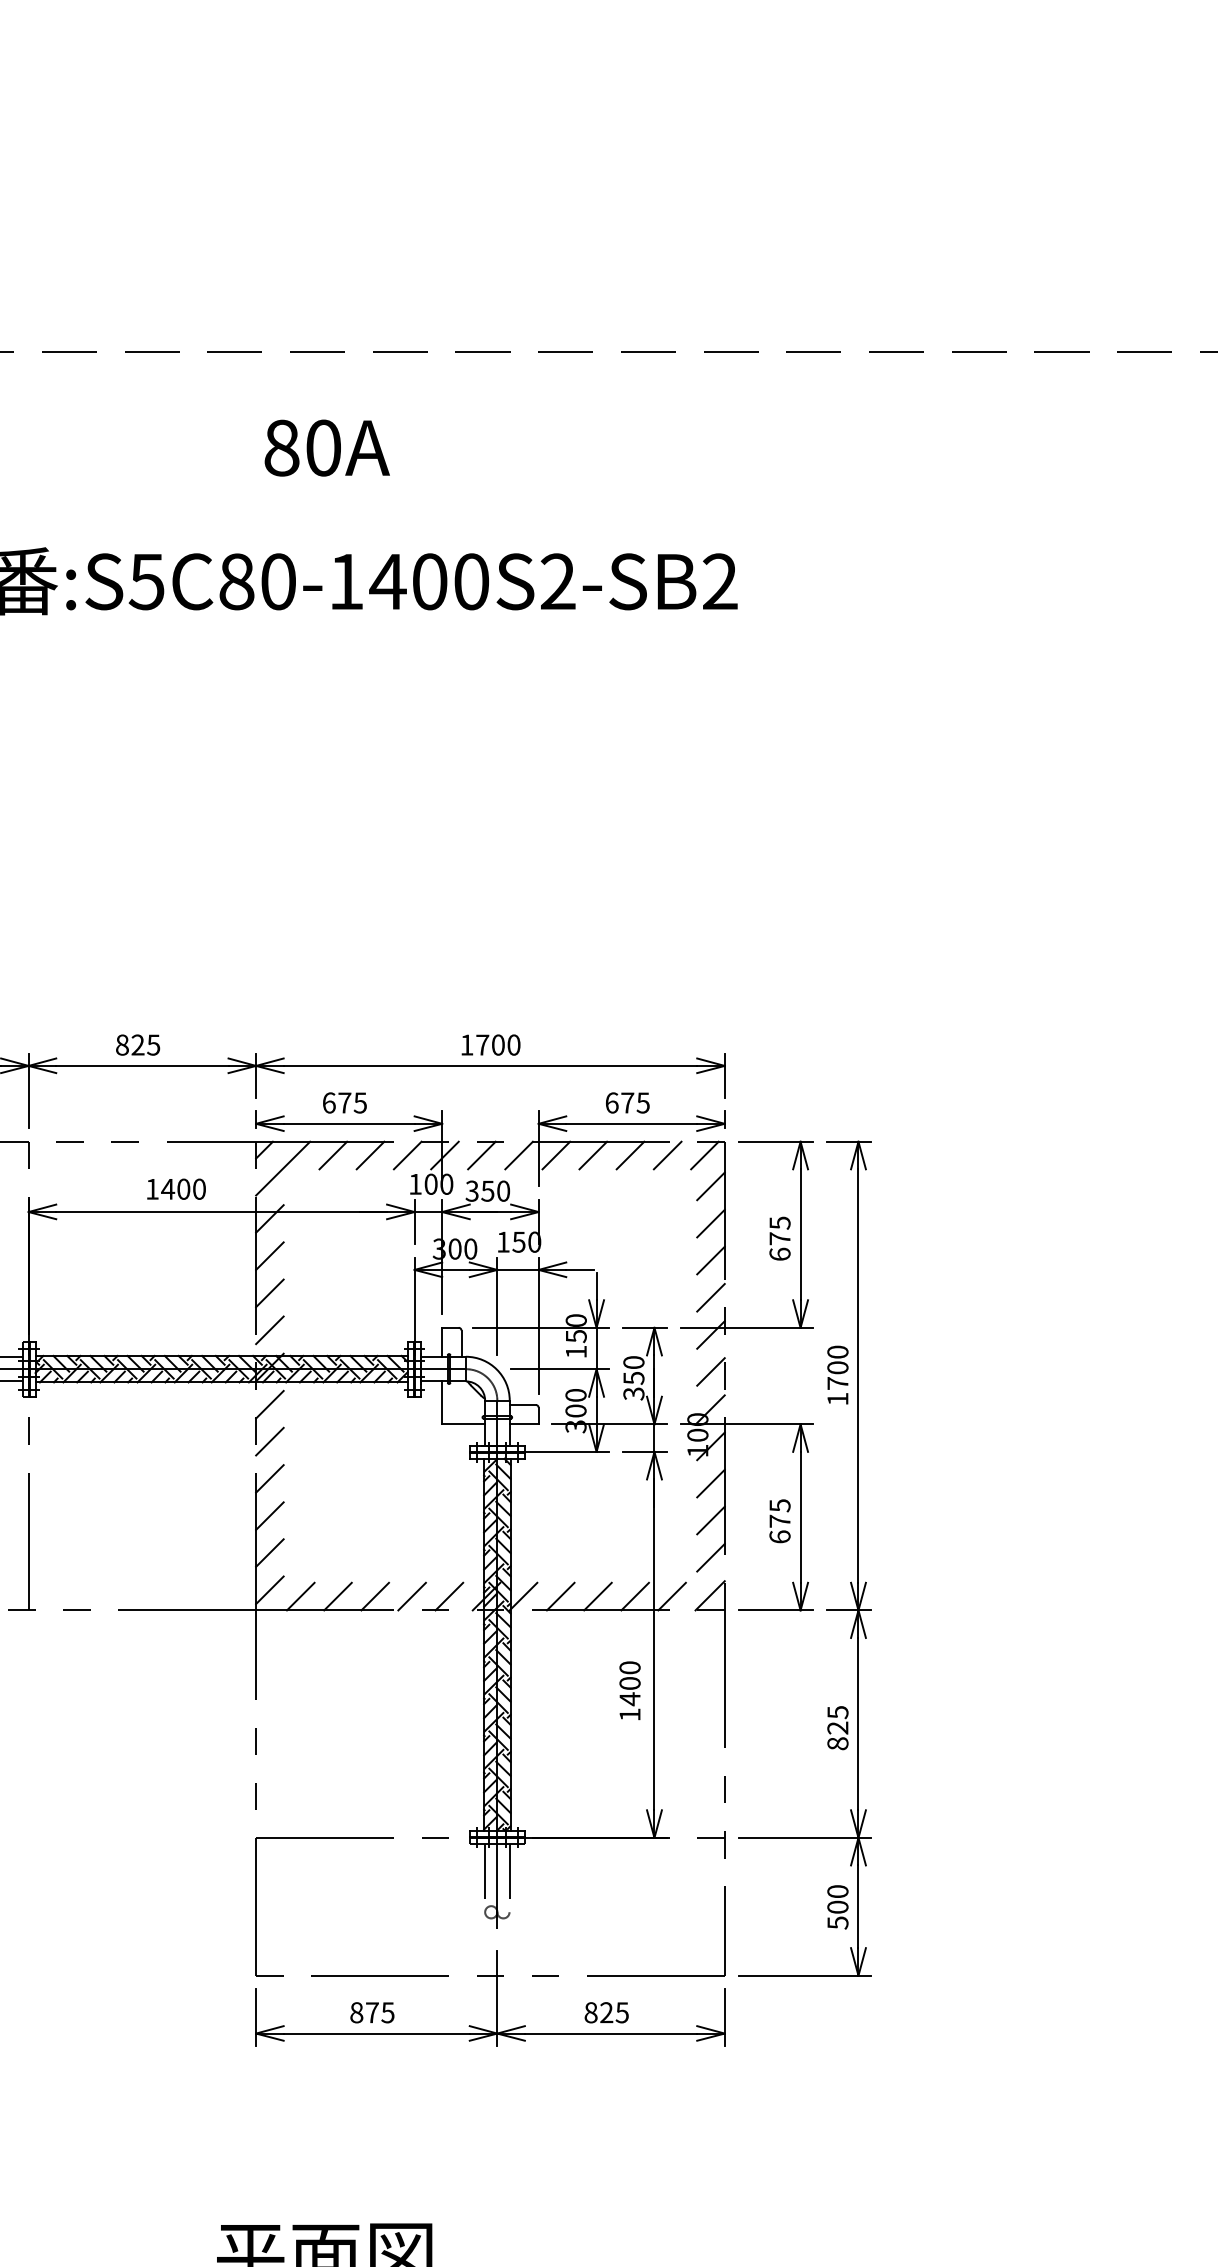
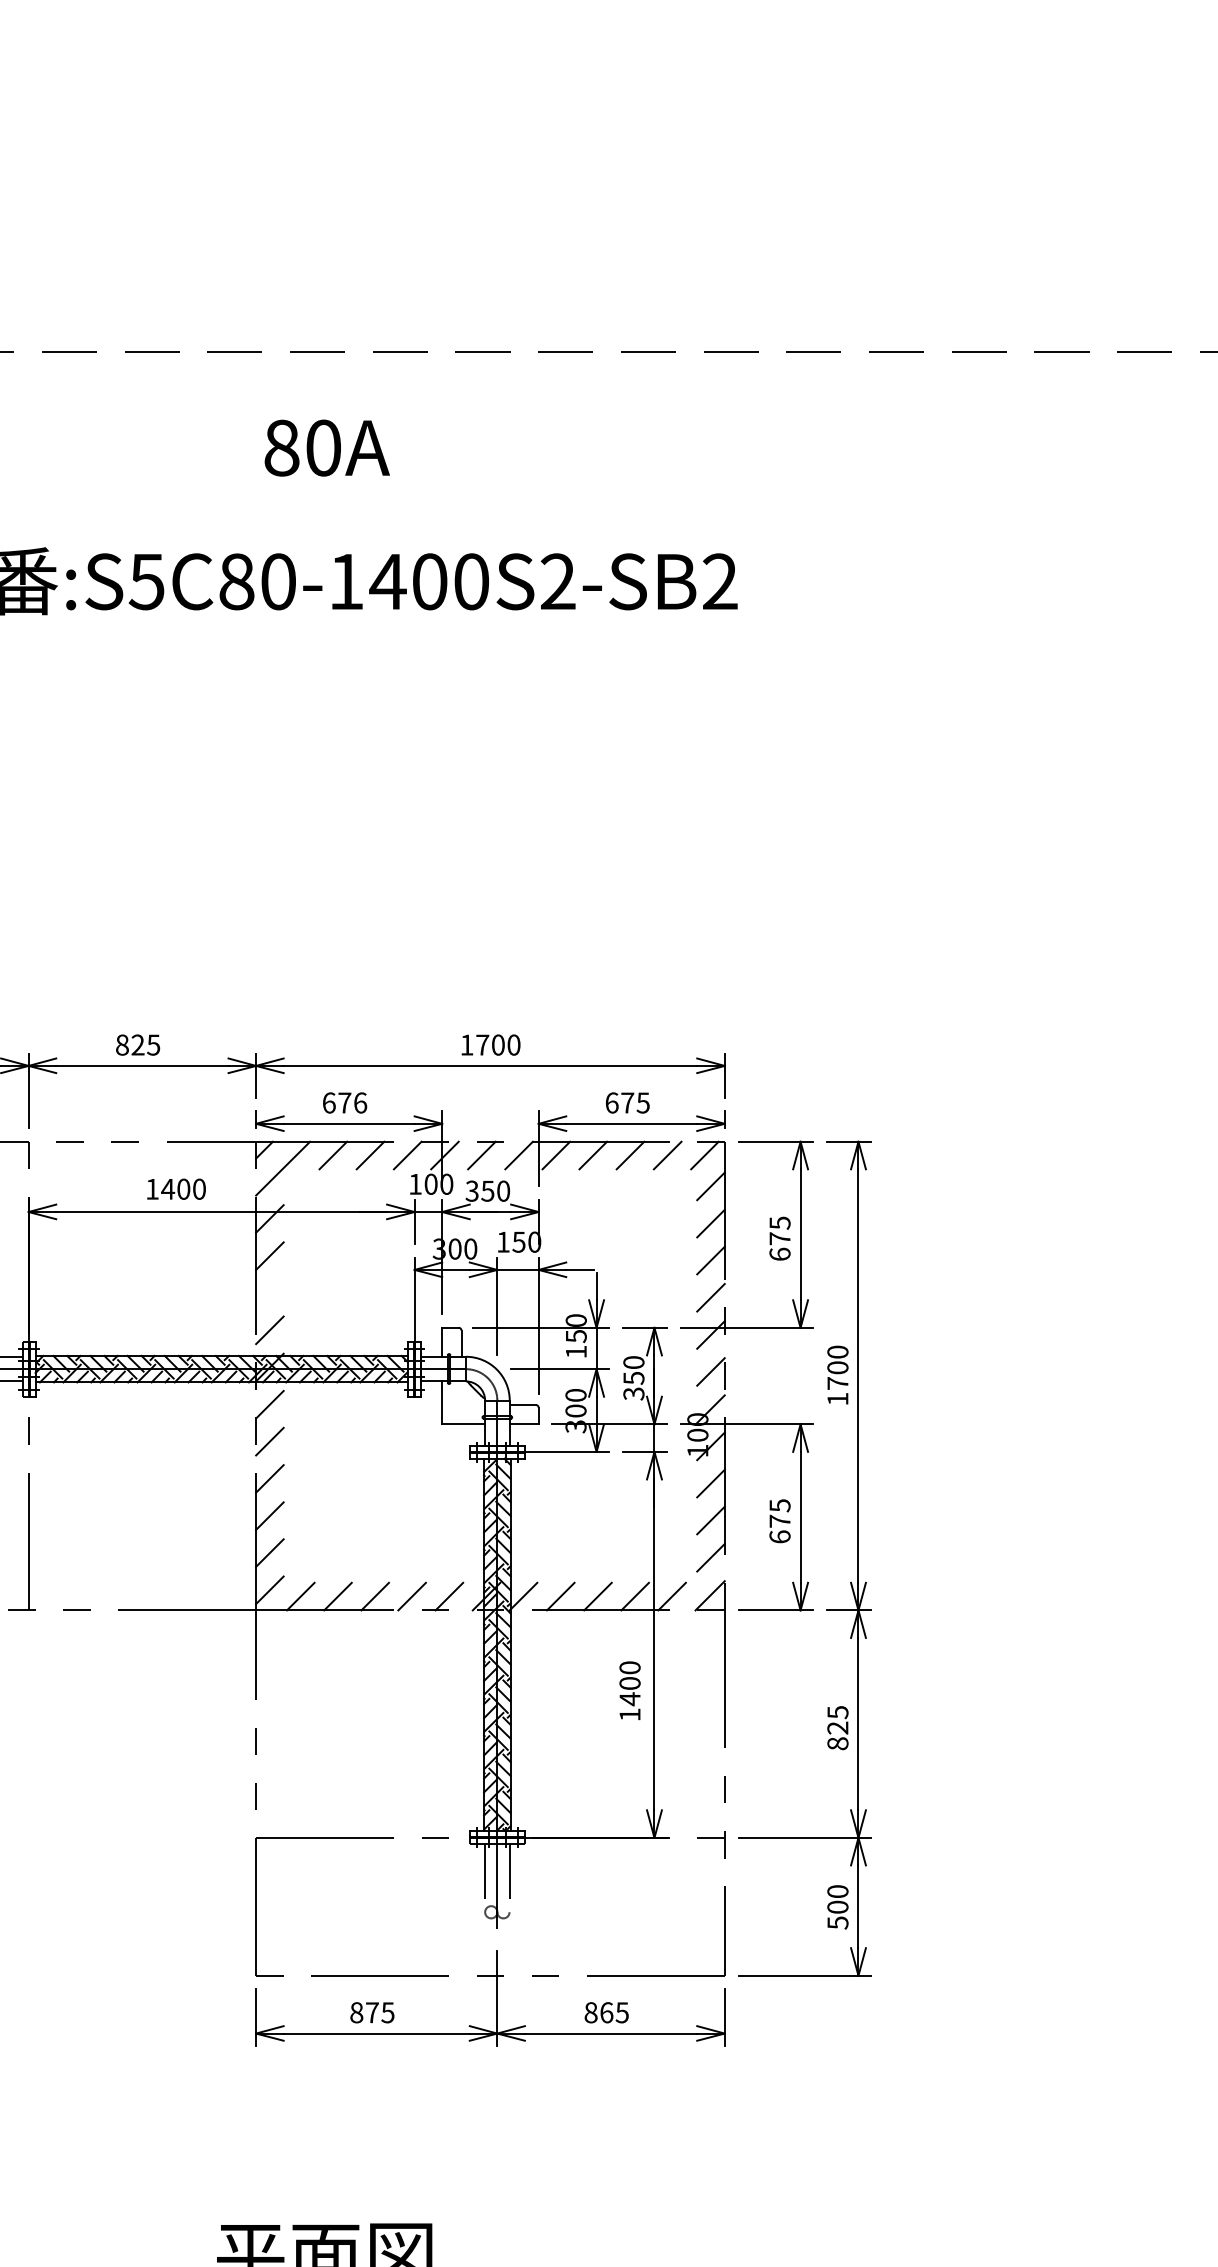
text at (360, 1102): 675 -> 676
line at (269, 1293): present -> none
text at (606, 2012): 825 -> 865
